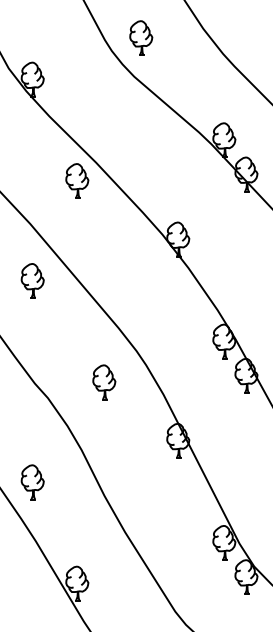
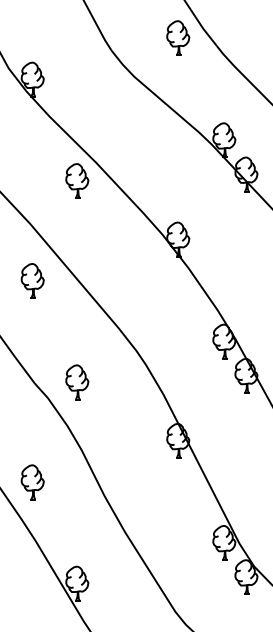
part at (141, 37) position: (141, 37) -> (178, 37)
part at (104, 382) position: (104, 382) -> (77, 382)
